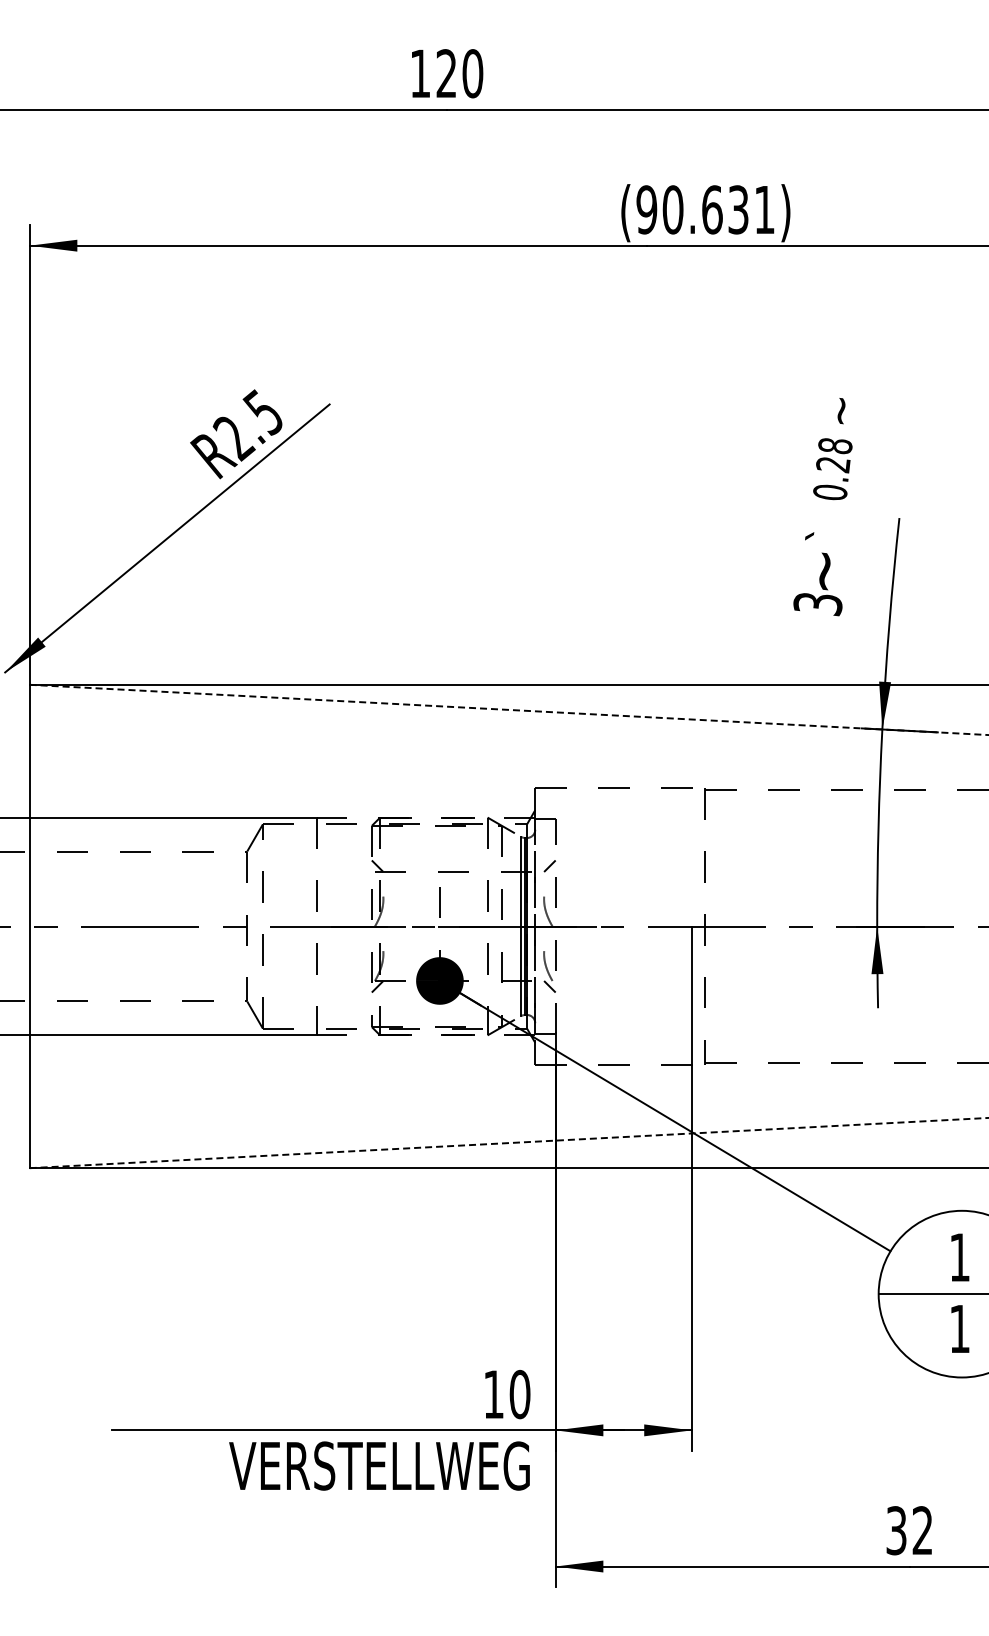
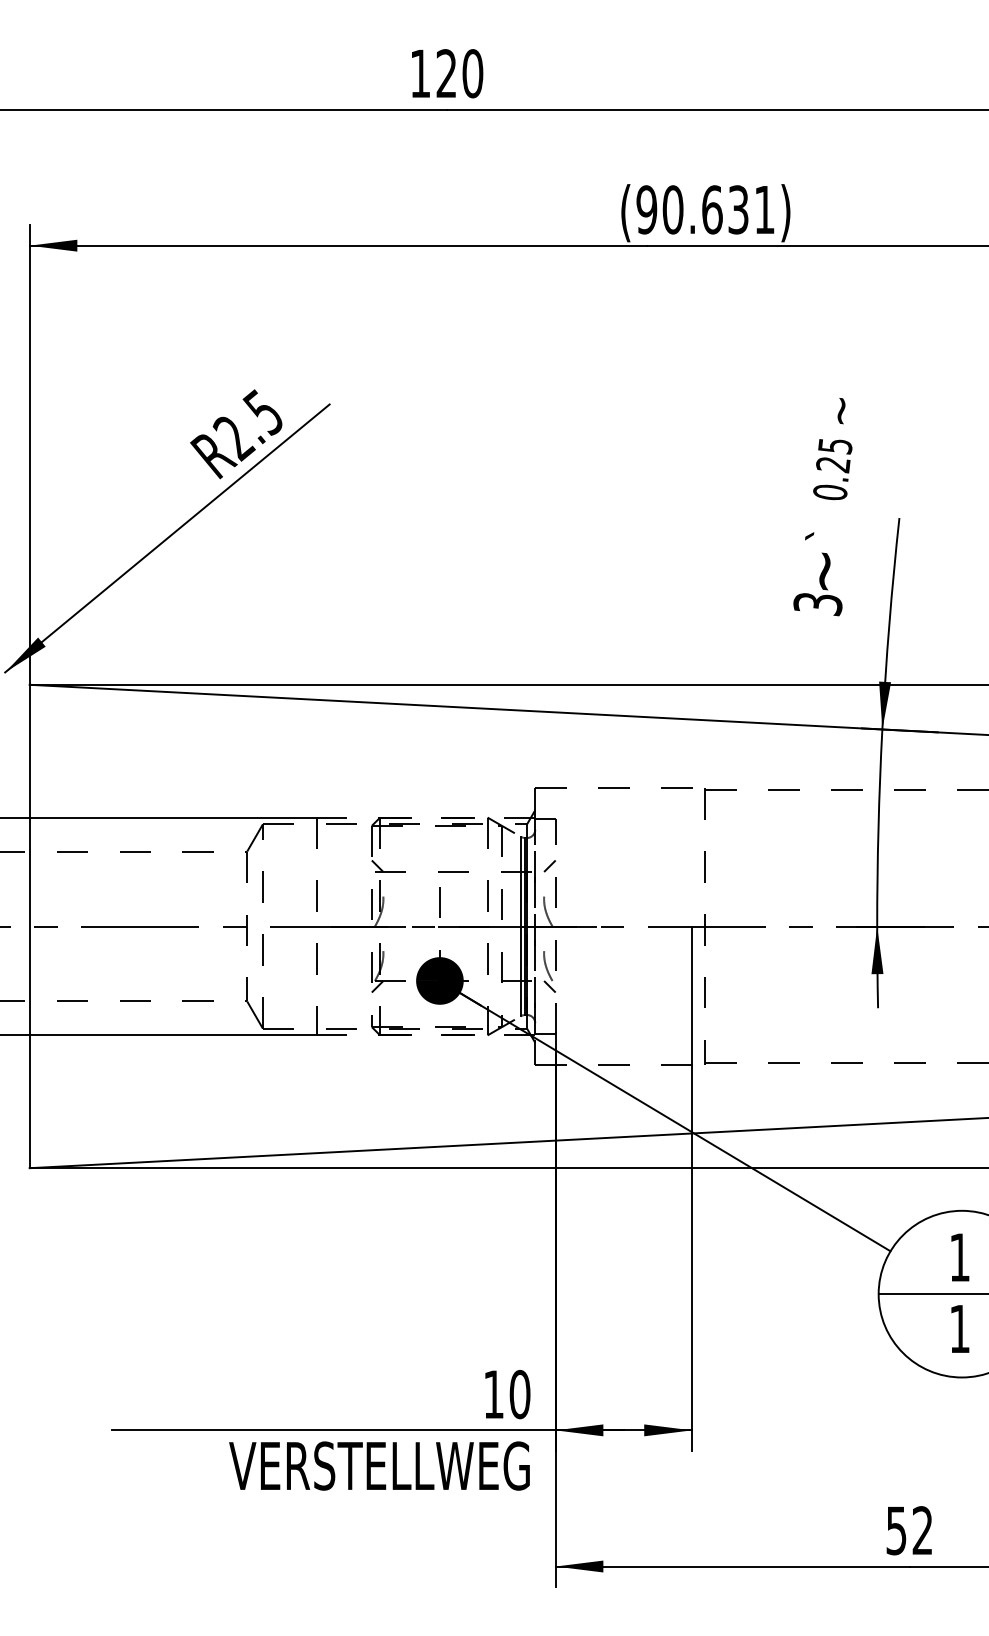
text at (835, 446): 0.28 -> 0.25
line at (508, 709): dashed -> solid
line at (508, 1143): dashed -> solid
text at (896, 1530): 32 -> 52
